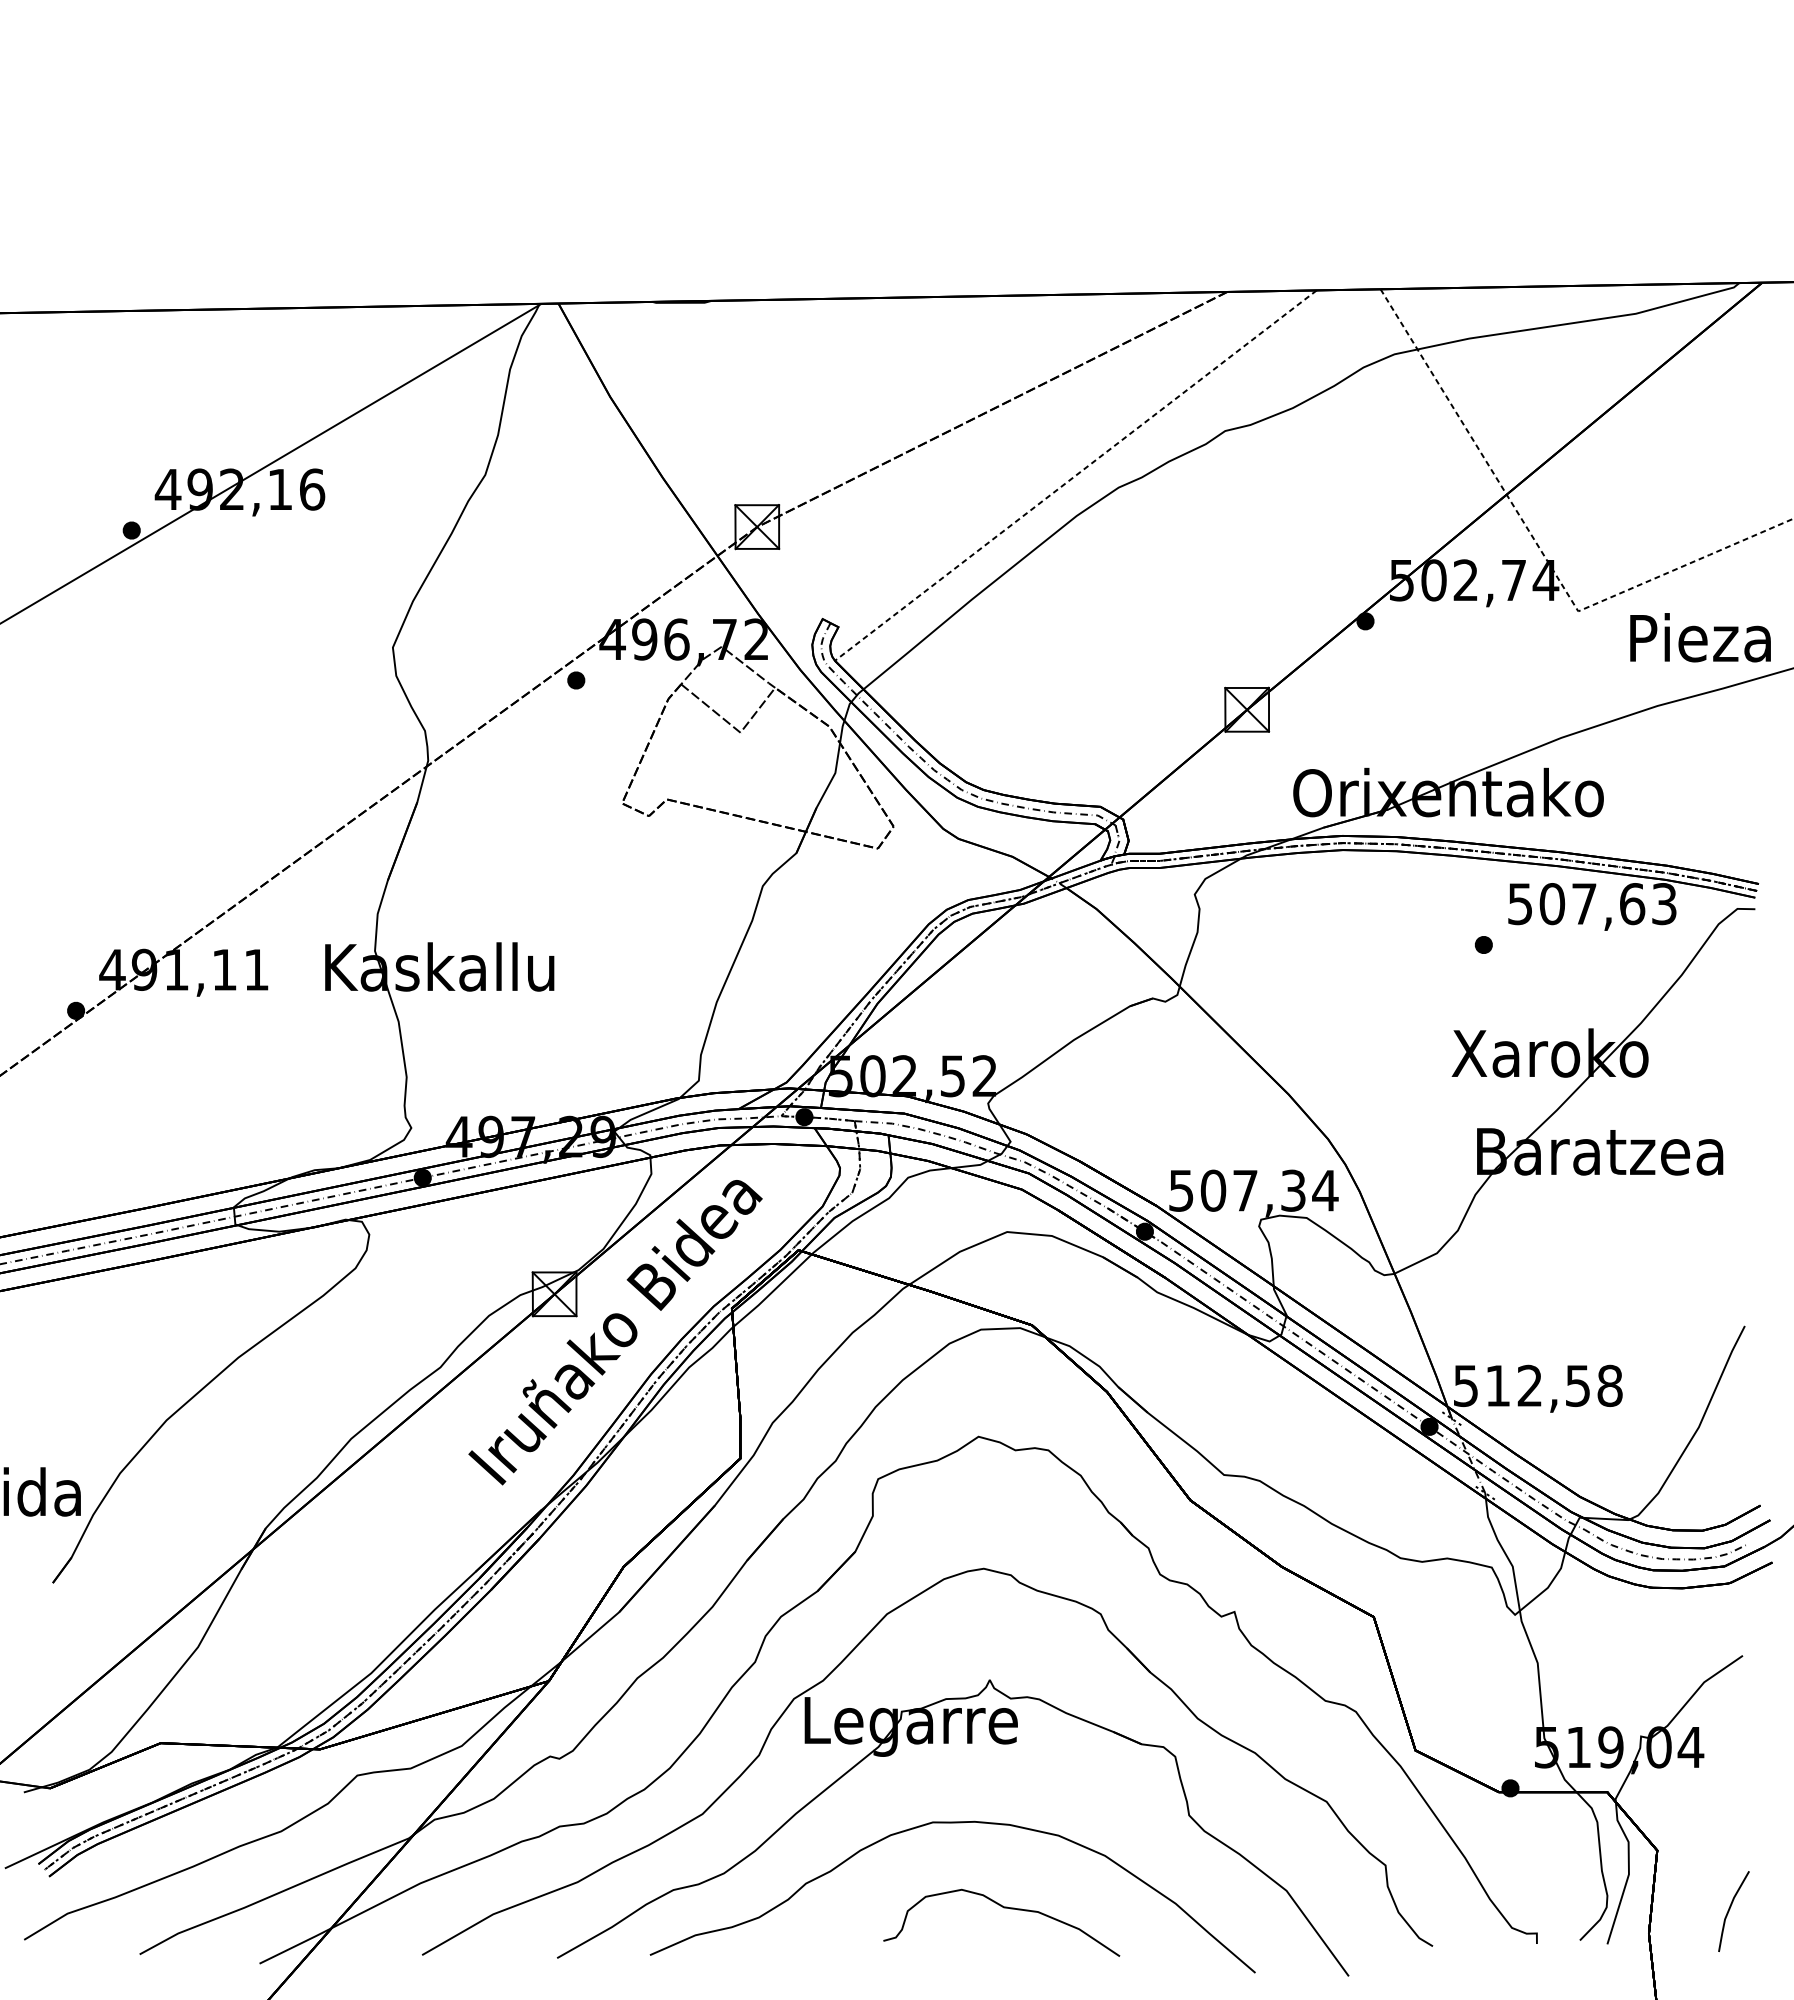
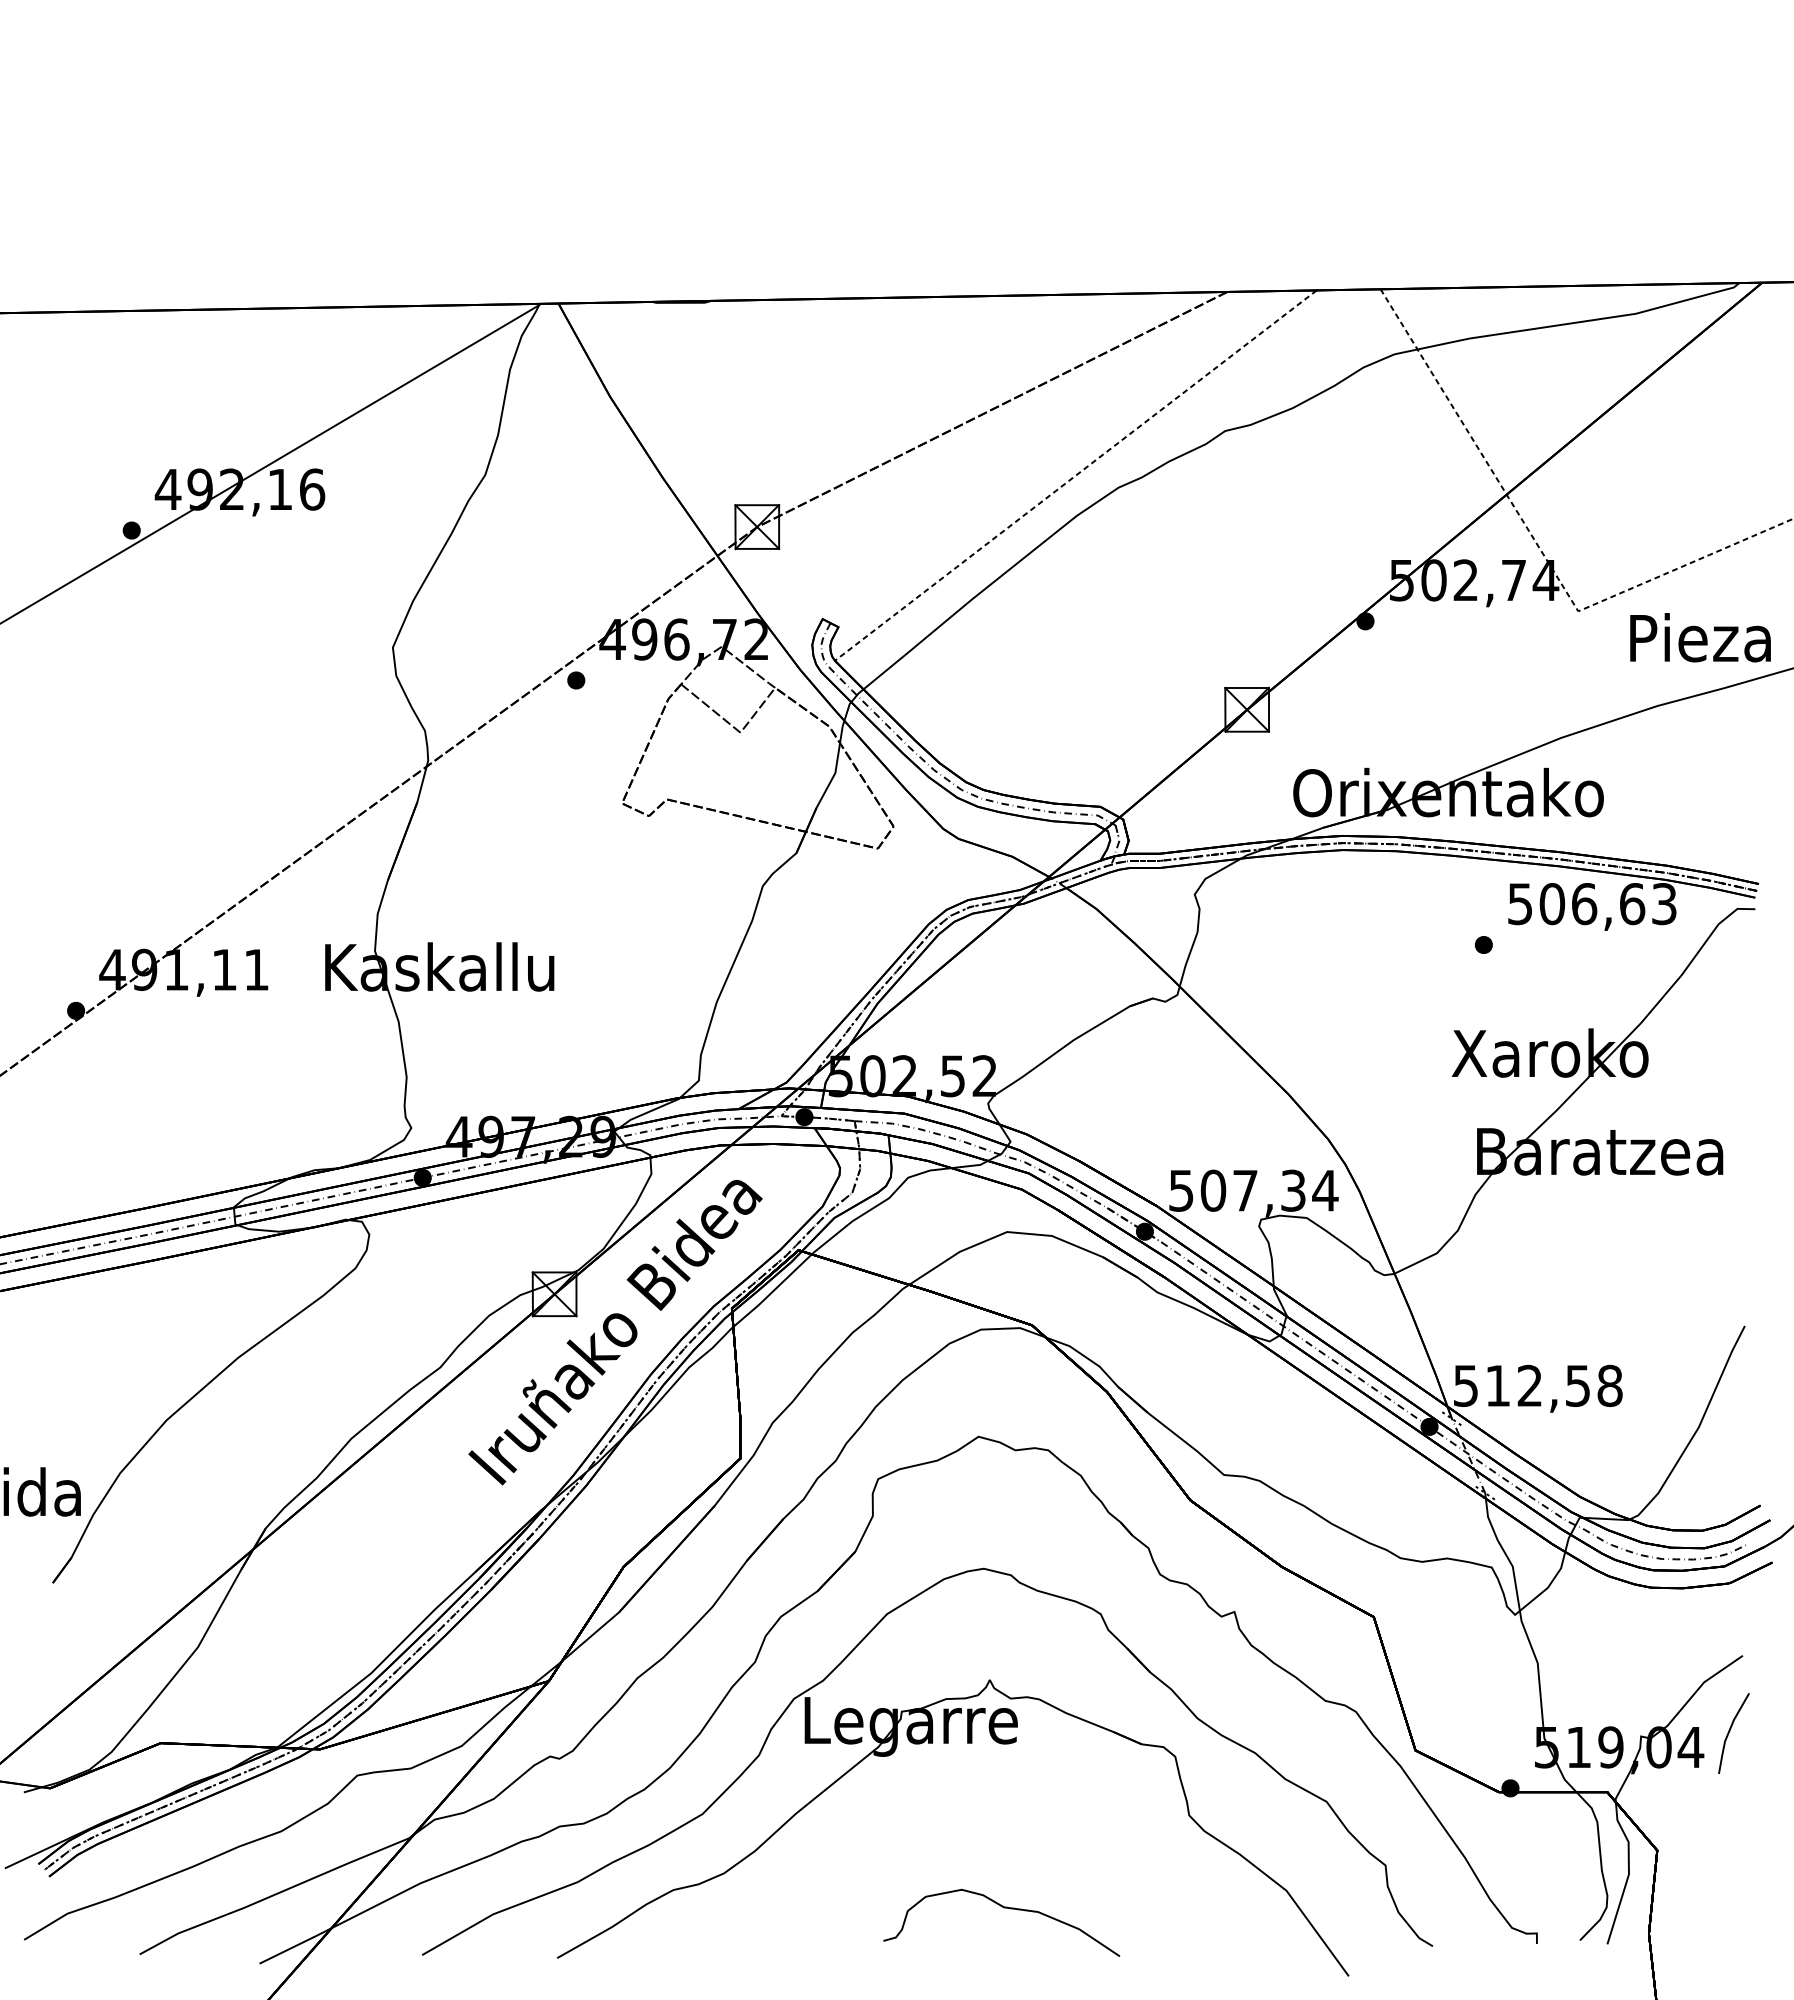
text at (1584, 904): 507,63 -> 506,63
curve at (952, 1823): present -> none
line at (1730, 1909) position: (1730, 1909) -> (1730, 1731)
